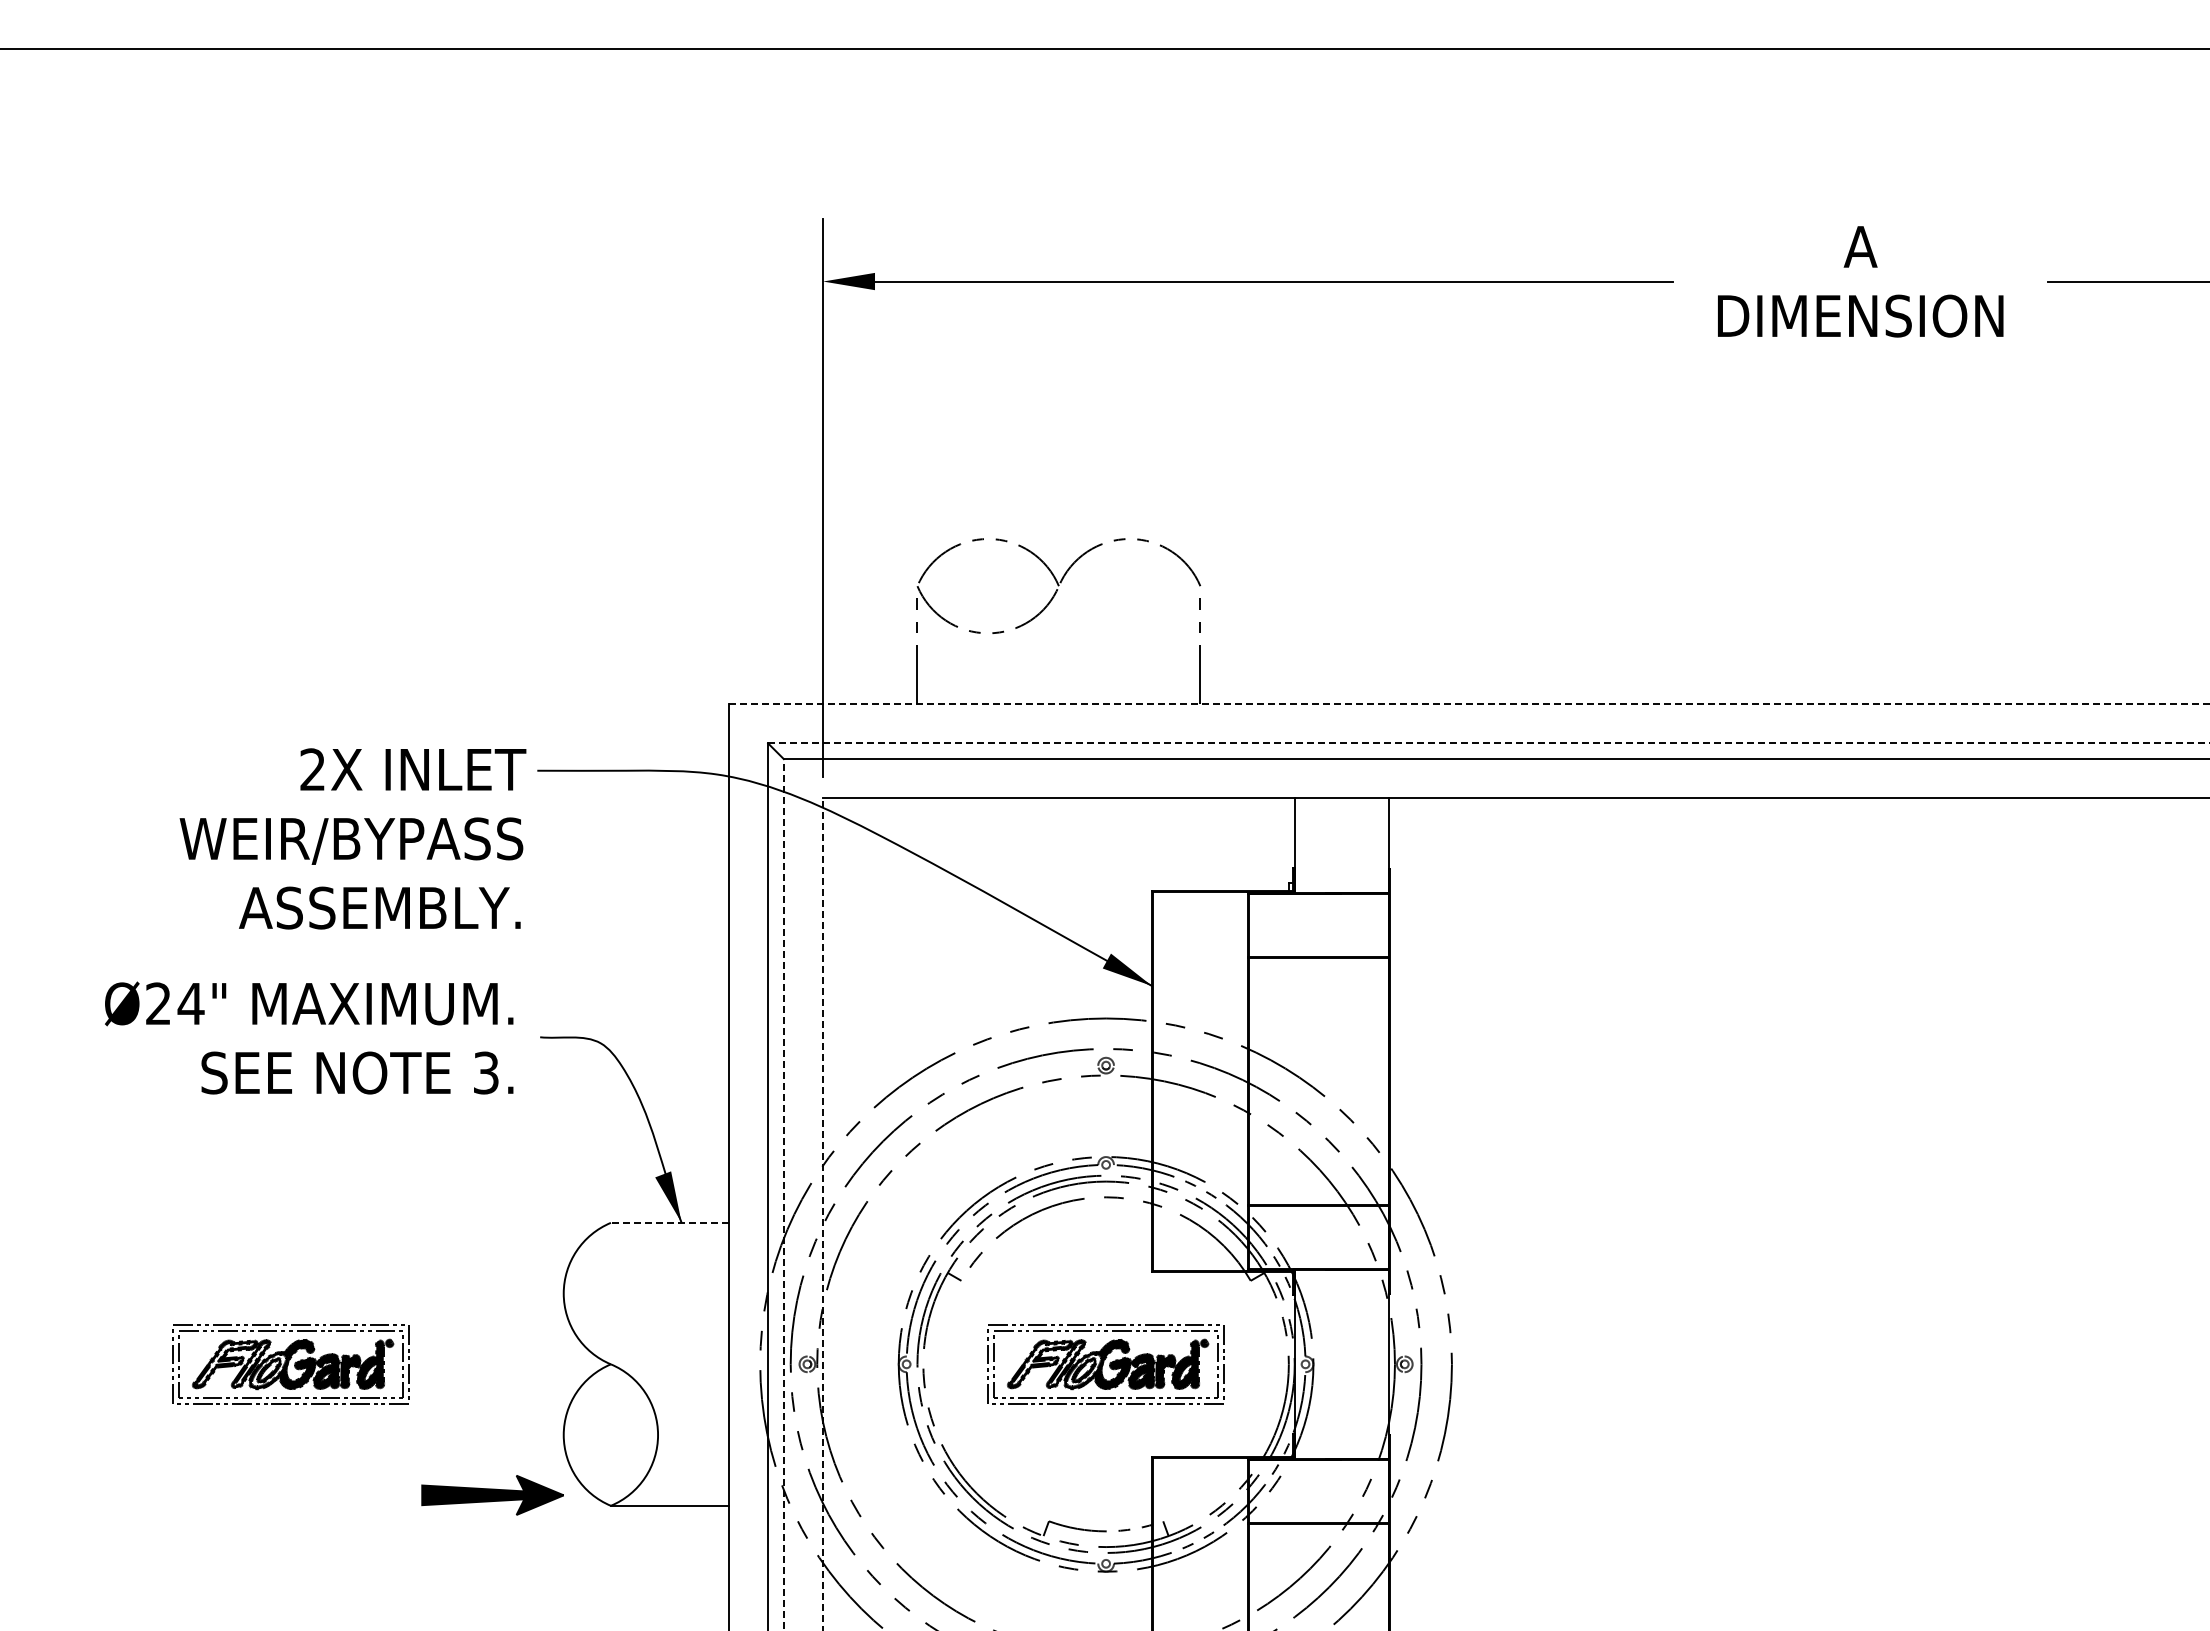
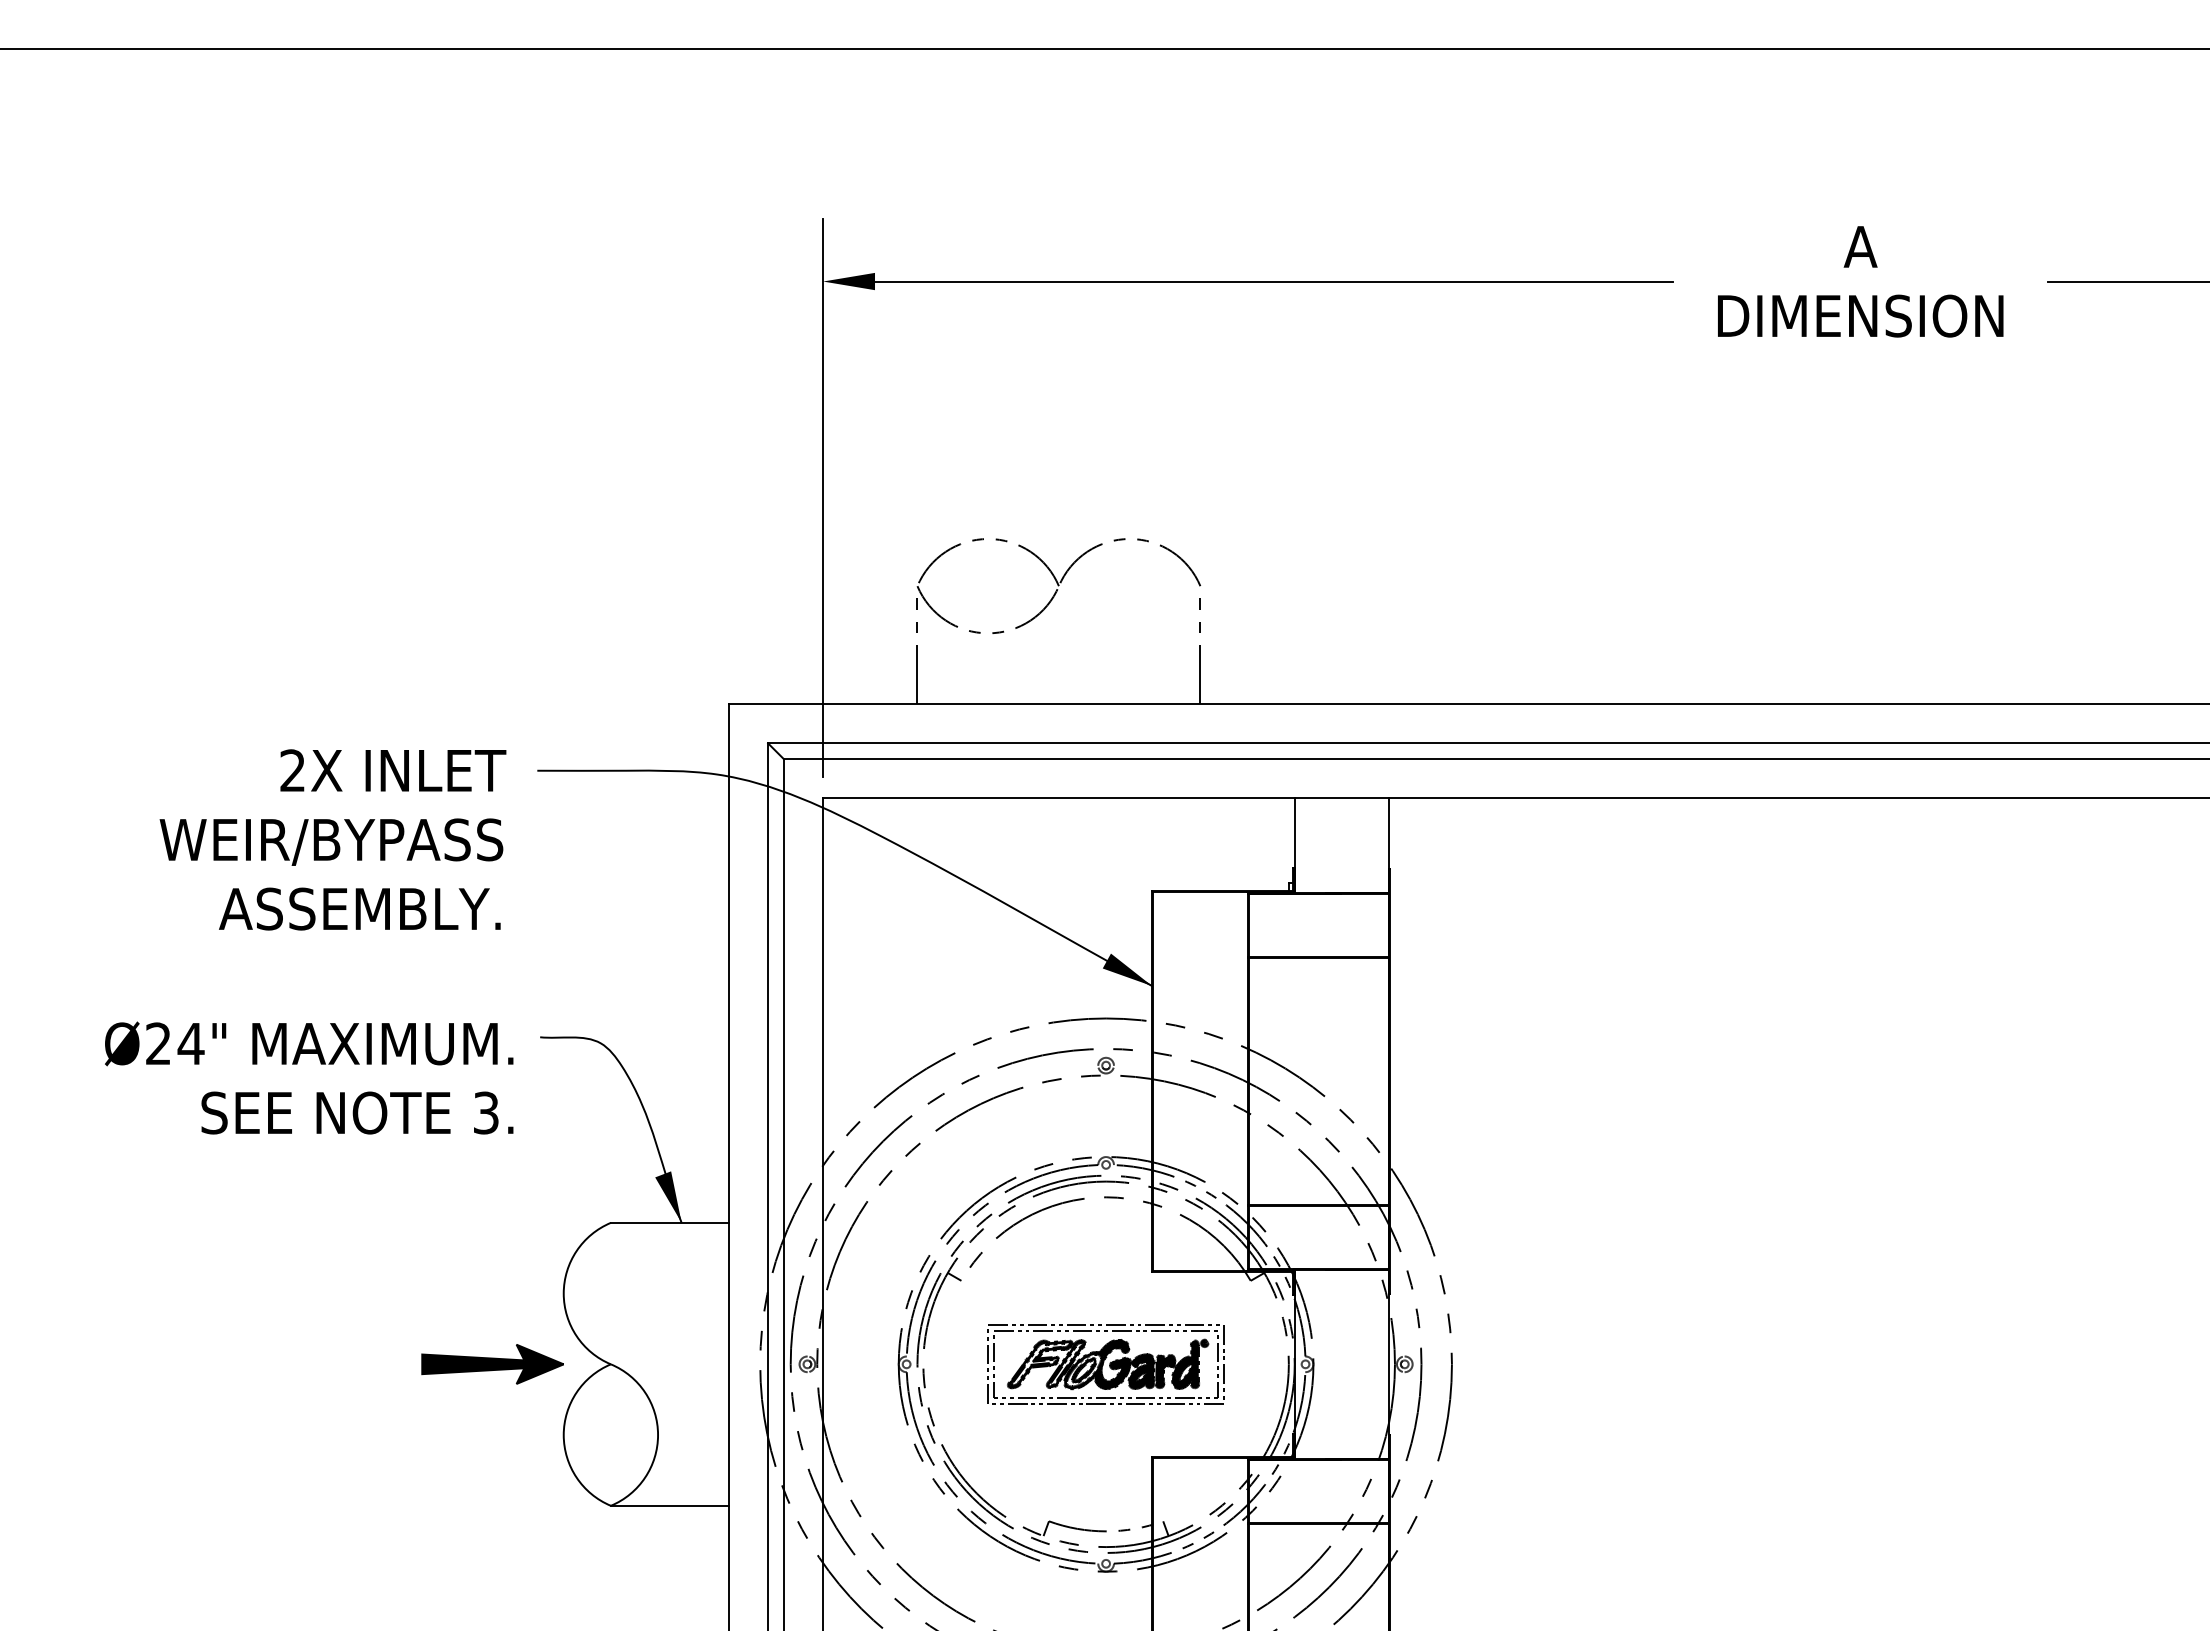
line at (1469, 704): dashed -> solid
line at (1488, 743): dashed -> solid
text at (352, 838) position: (352, 838) -> (332, 839)
text at (309, 1037) position: (309, 1037) -> (309, 1077)
line at (783, 1194): dashed -> solid
line at (823, 1214): dashed -> solid
line at (669, 1222): dashed -> solid
part at (290, 1364): present -> none
part at (492, 1495) position: (492, 1495) -> (492, 1364)
